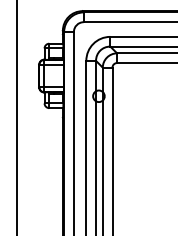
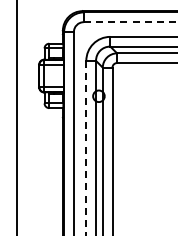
line at (130, 22): solid -> dashed
line at (86, 148): solid -> dashed
